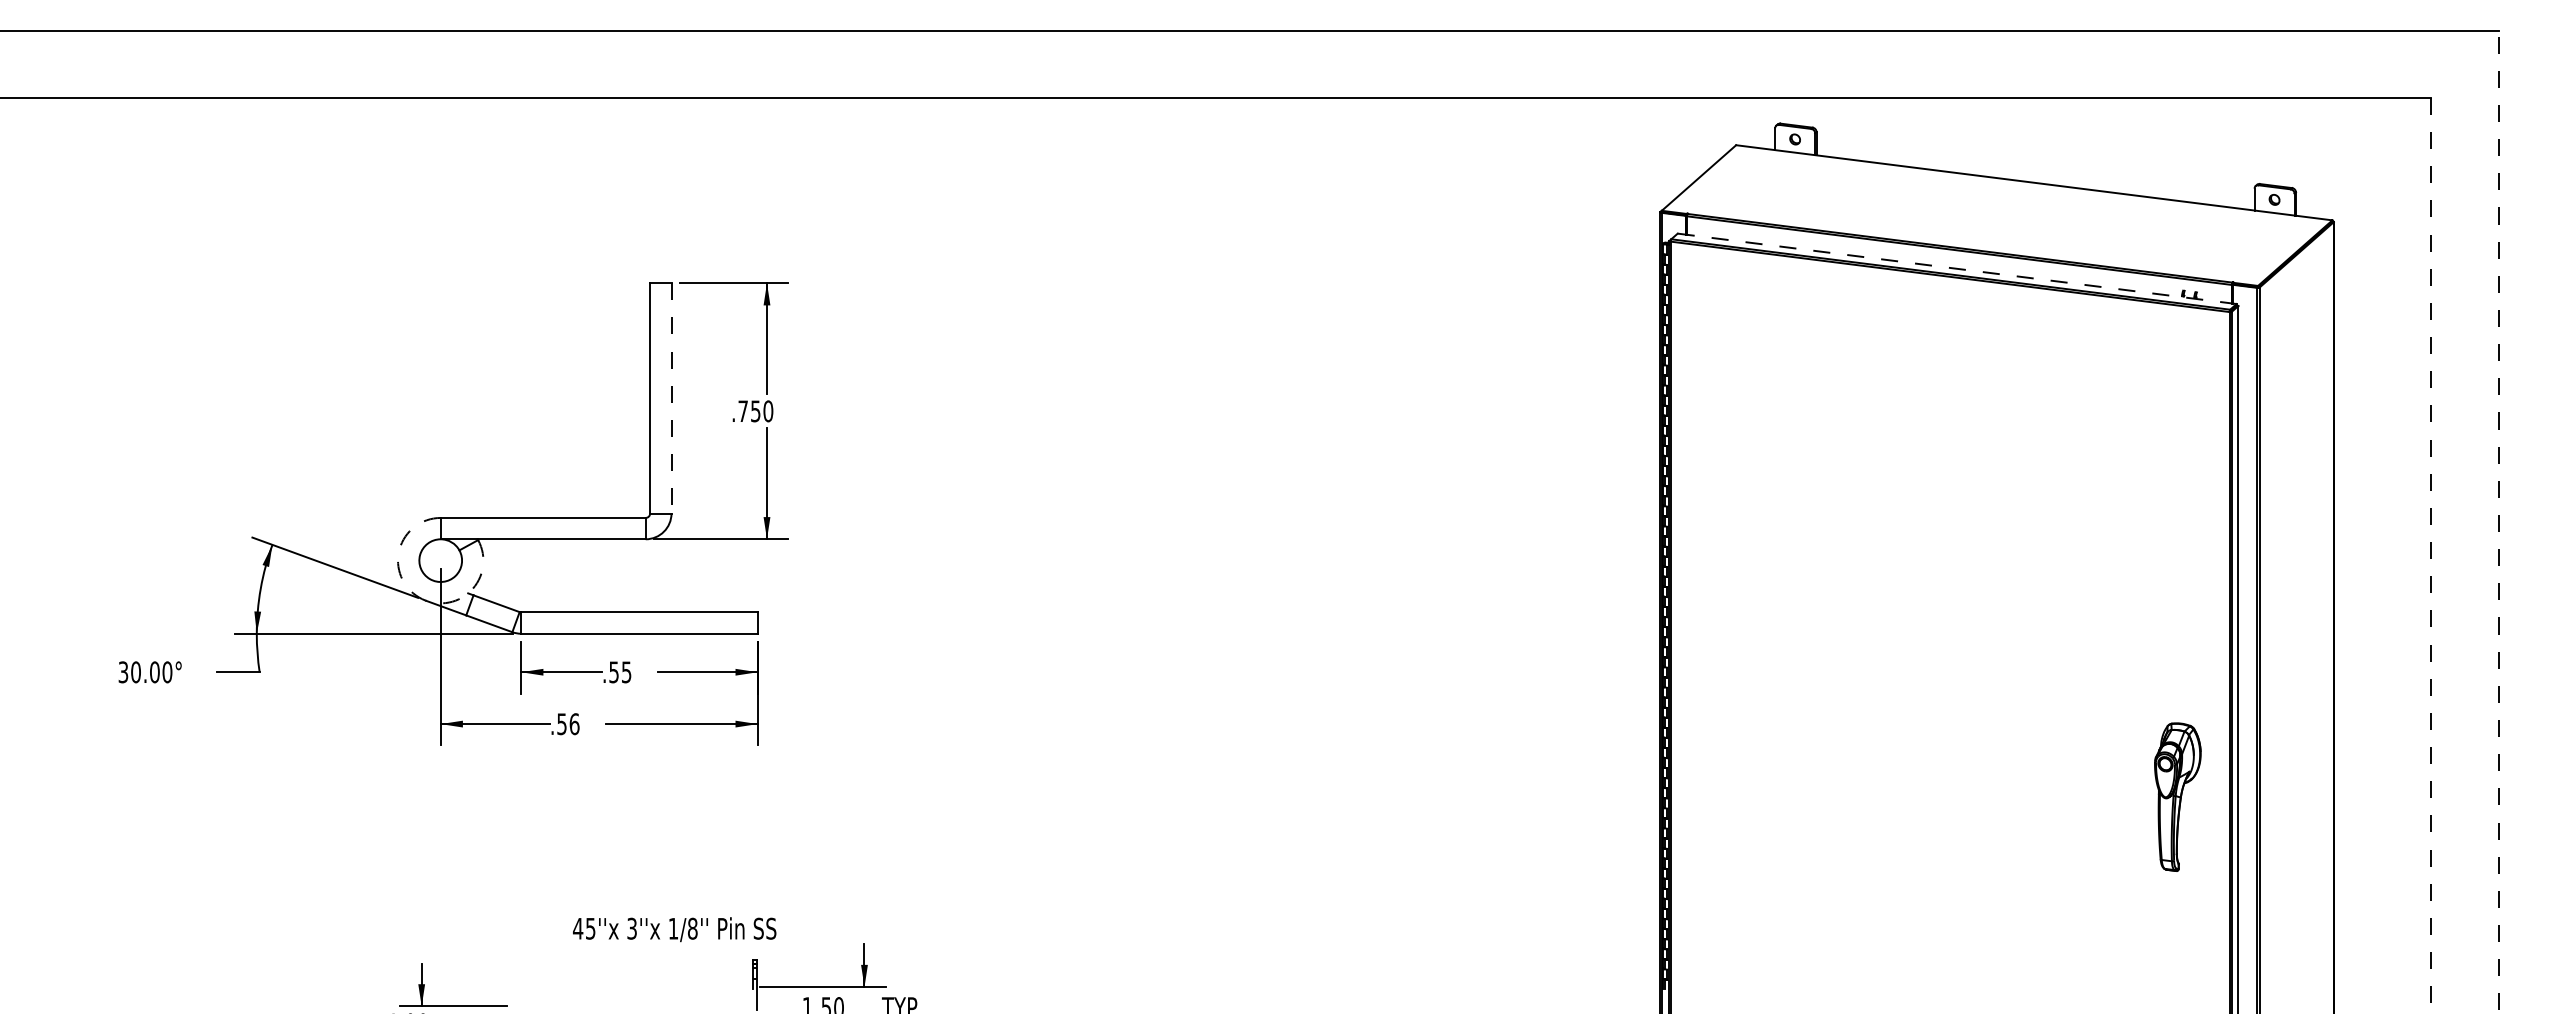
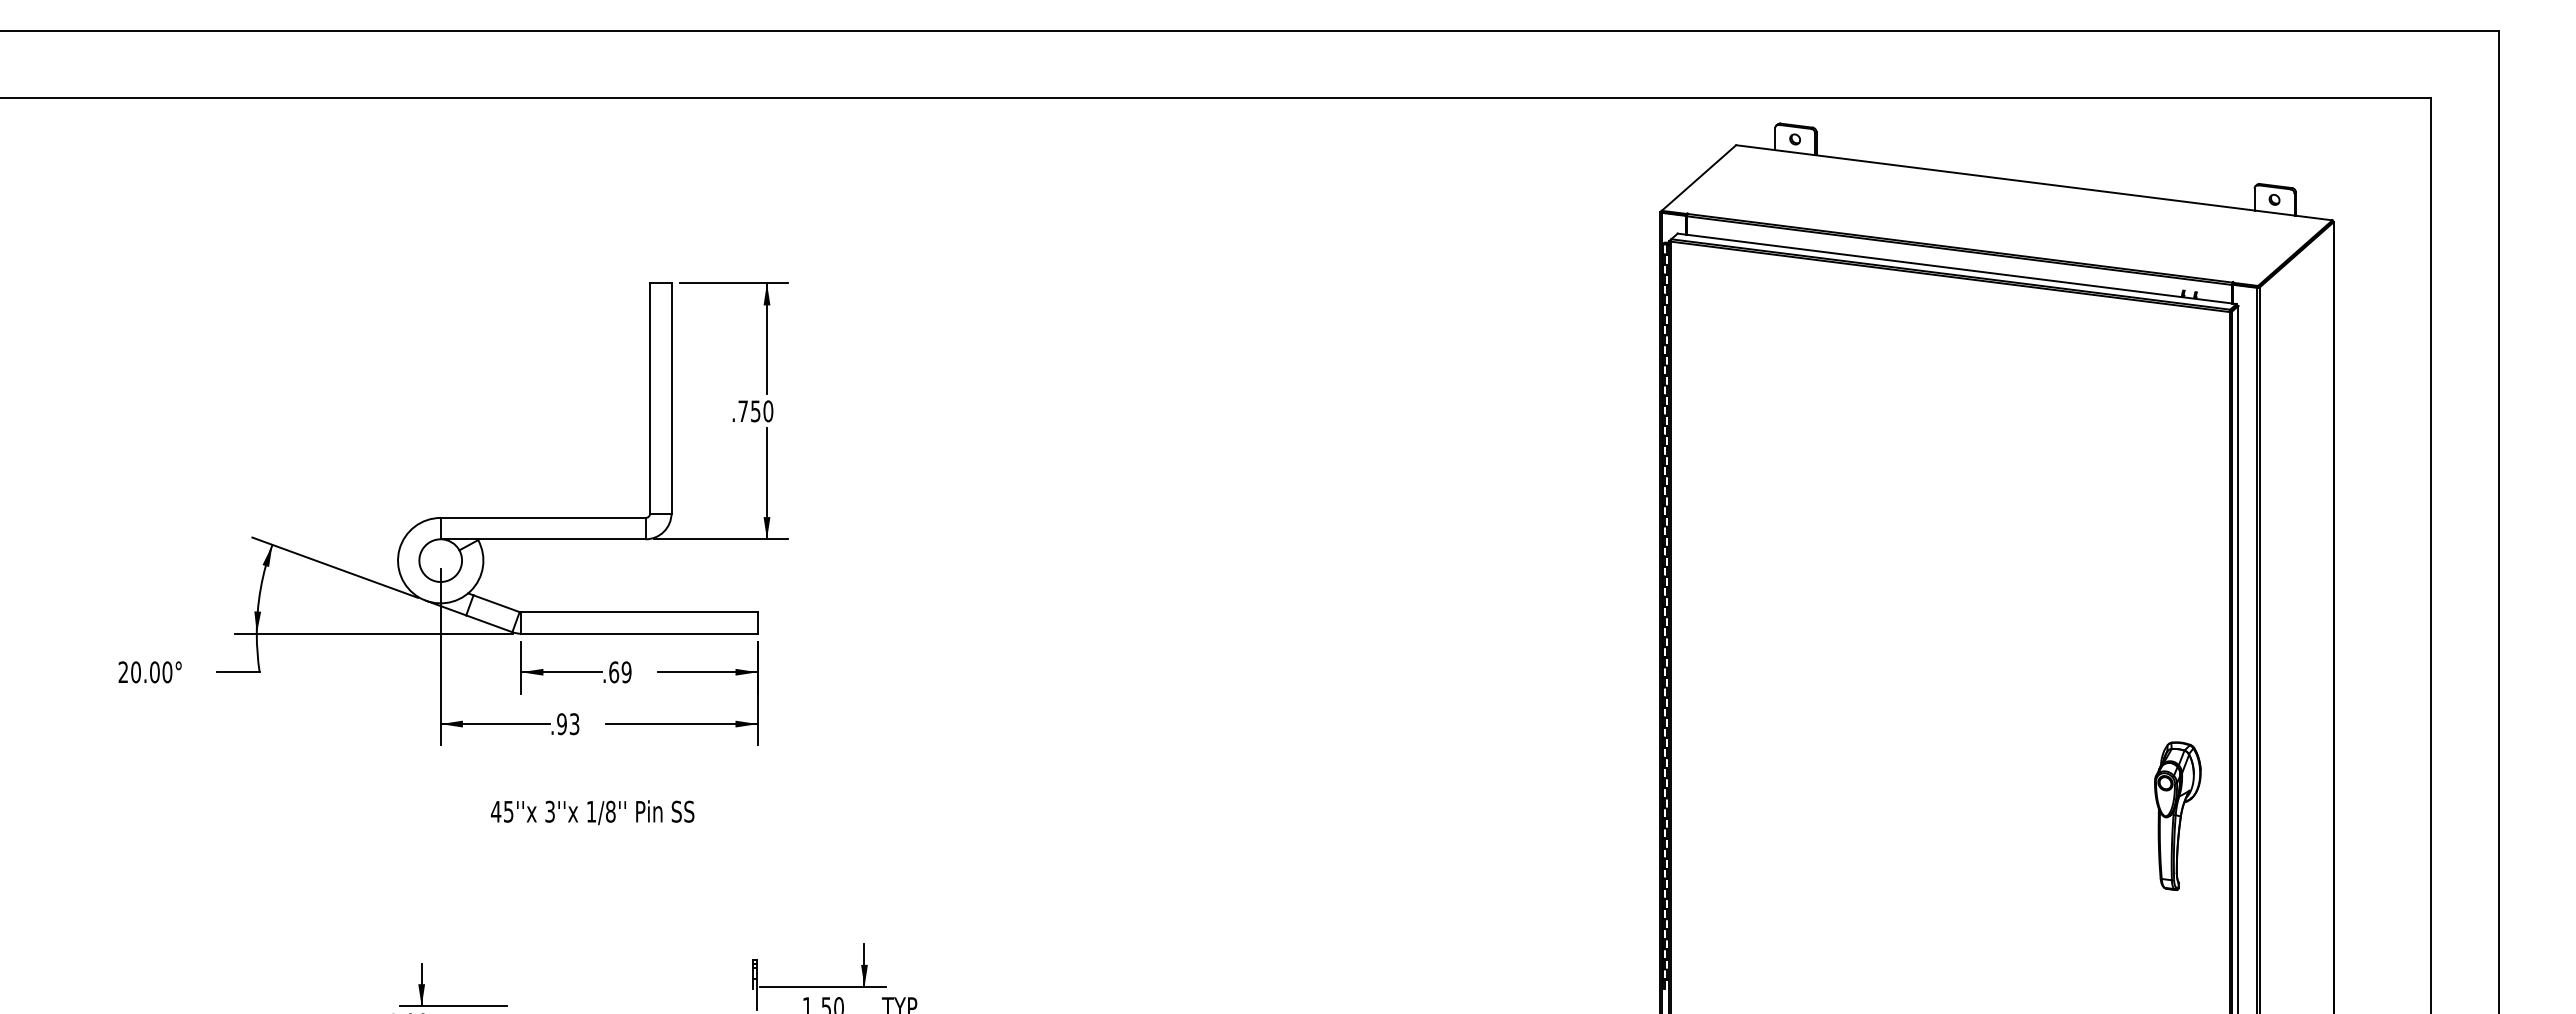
line at (1957, 268): dashed -> solid
line at (671, 398): dashed -> solid
line at (2498, 521): dashed -> solid
line at (2431, 555): dashed -> solid
arc at (418, 597): dashed -> solid
text at (123, 672): 30.00° -> 20.00°
text at (620, 672): .55 -> .69
text at (568, 724): .56 -> .93
part at (2177, 796) position: (2177, 796) -> (2177, 815)
text at (674, 929) position: (674, 929) -> (592, 812)
